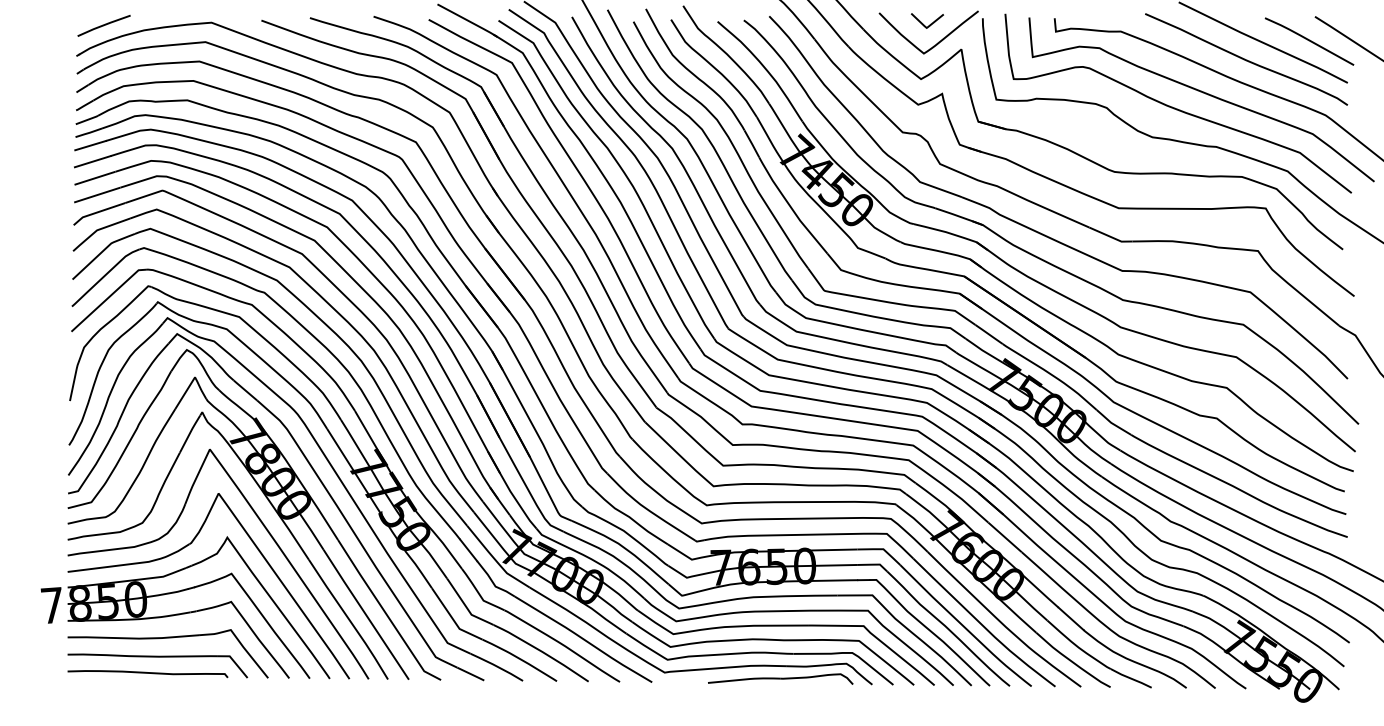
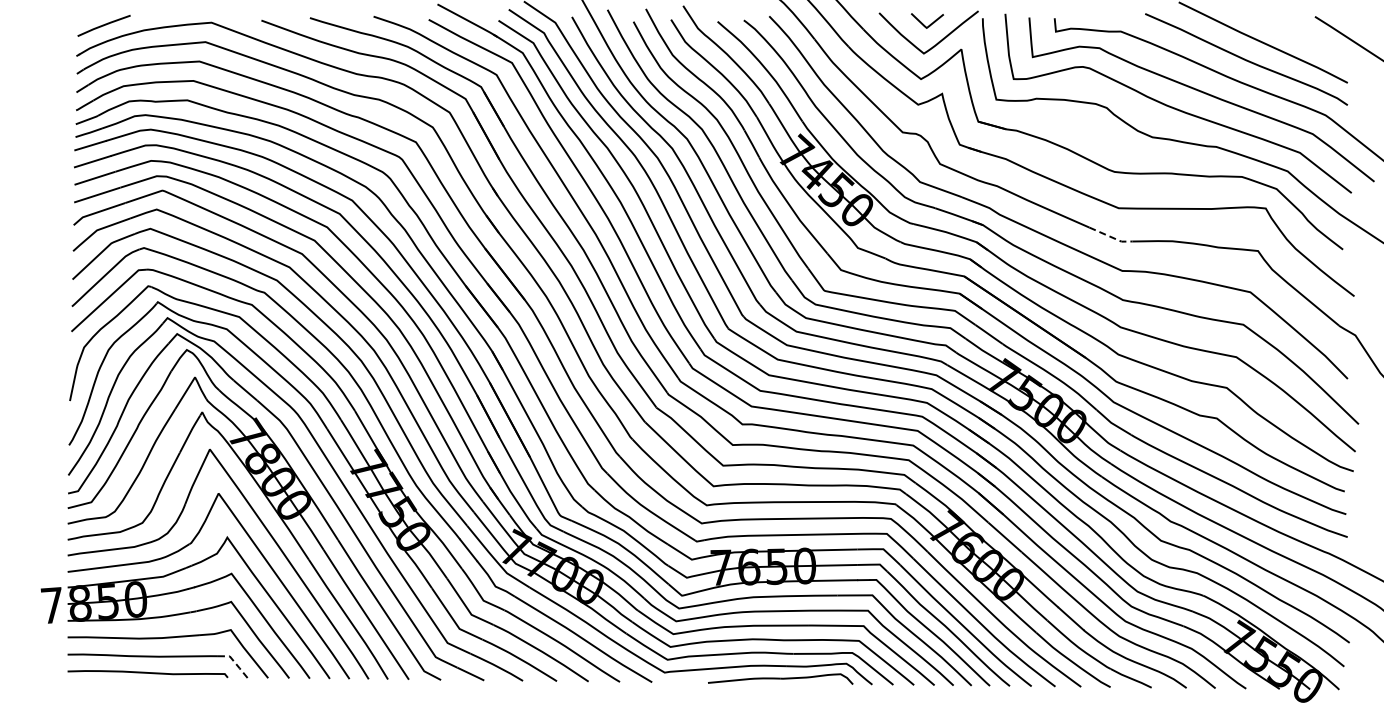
line at (1309, 41): present -> none
line at (1110, 236): solid -> dashed
line at (235, 663): solid -> dashed
